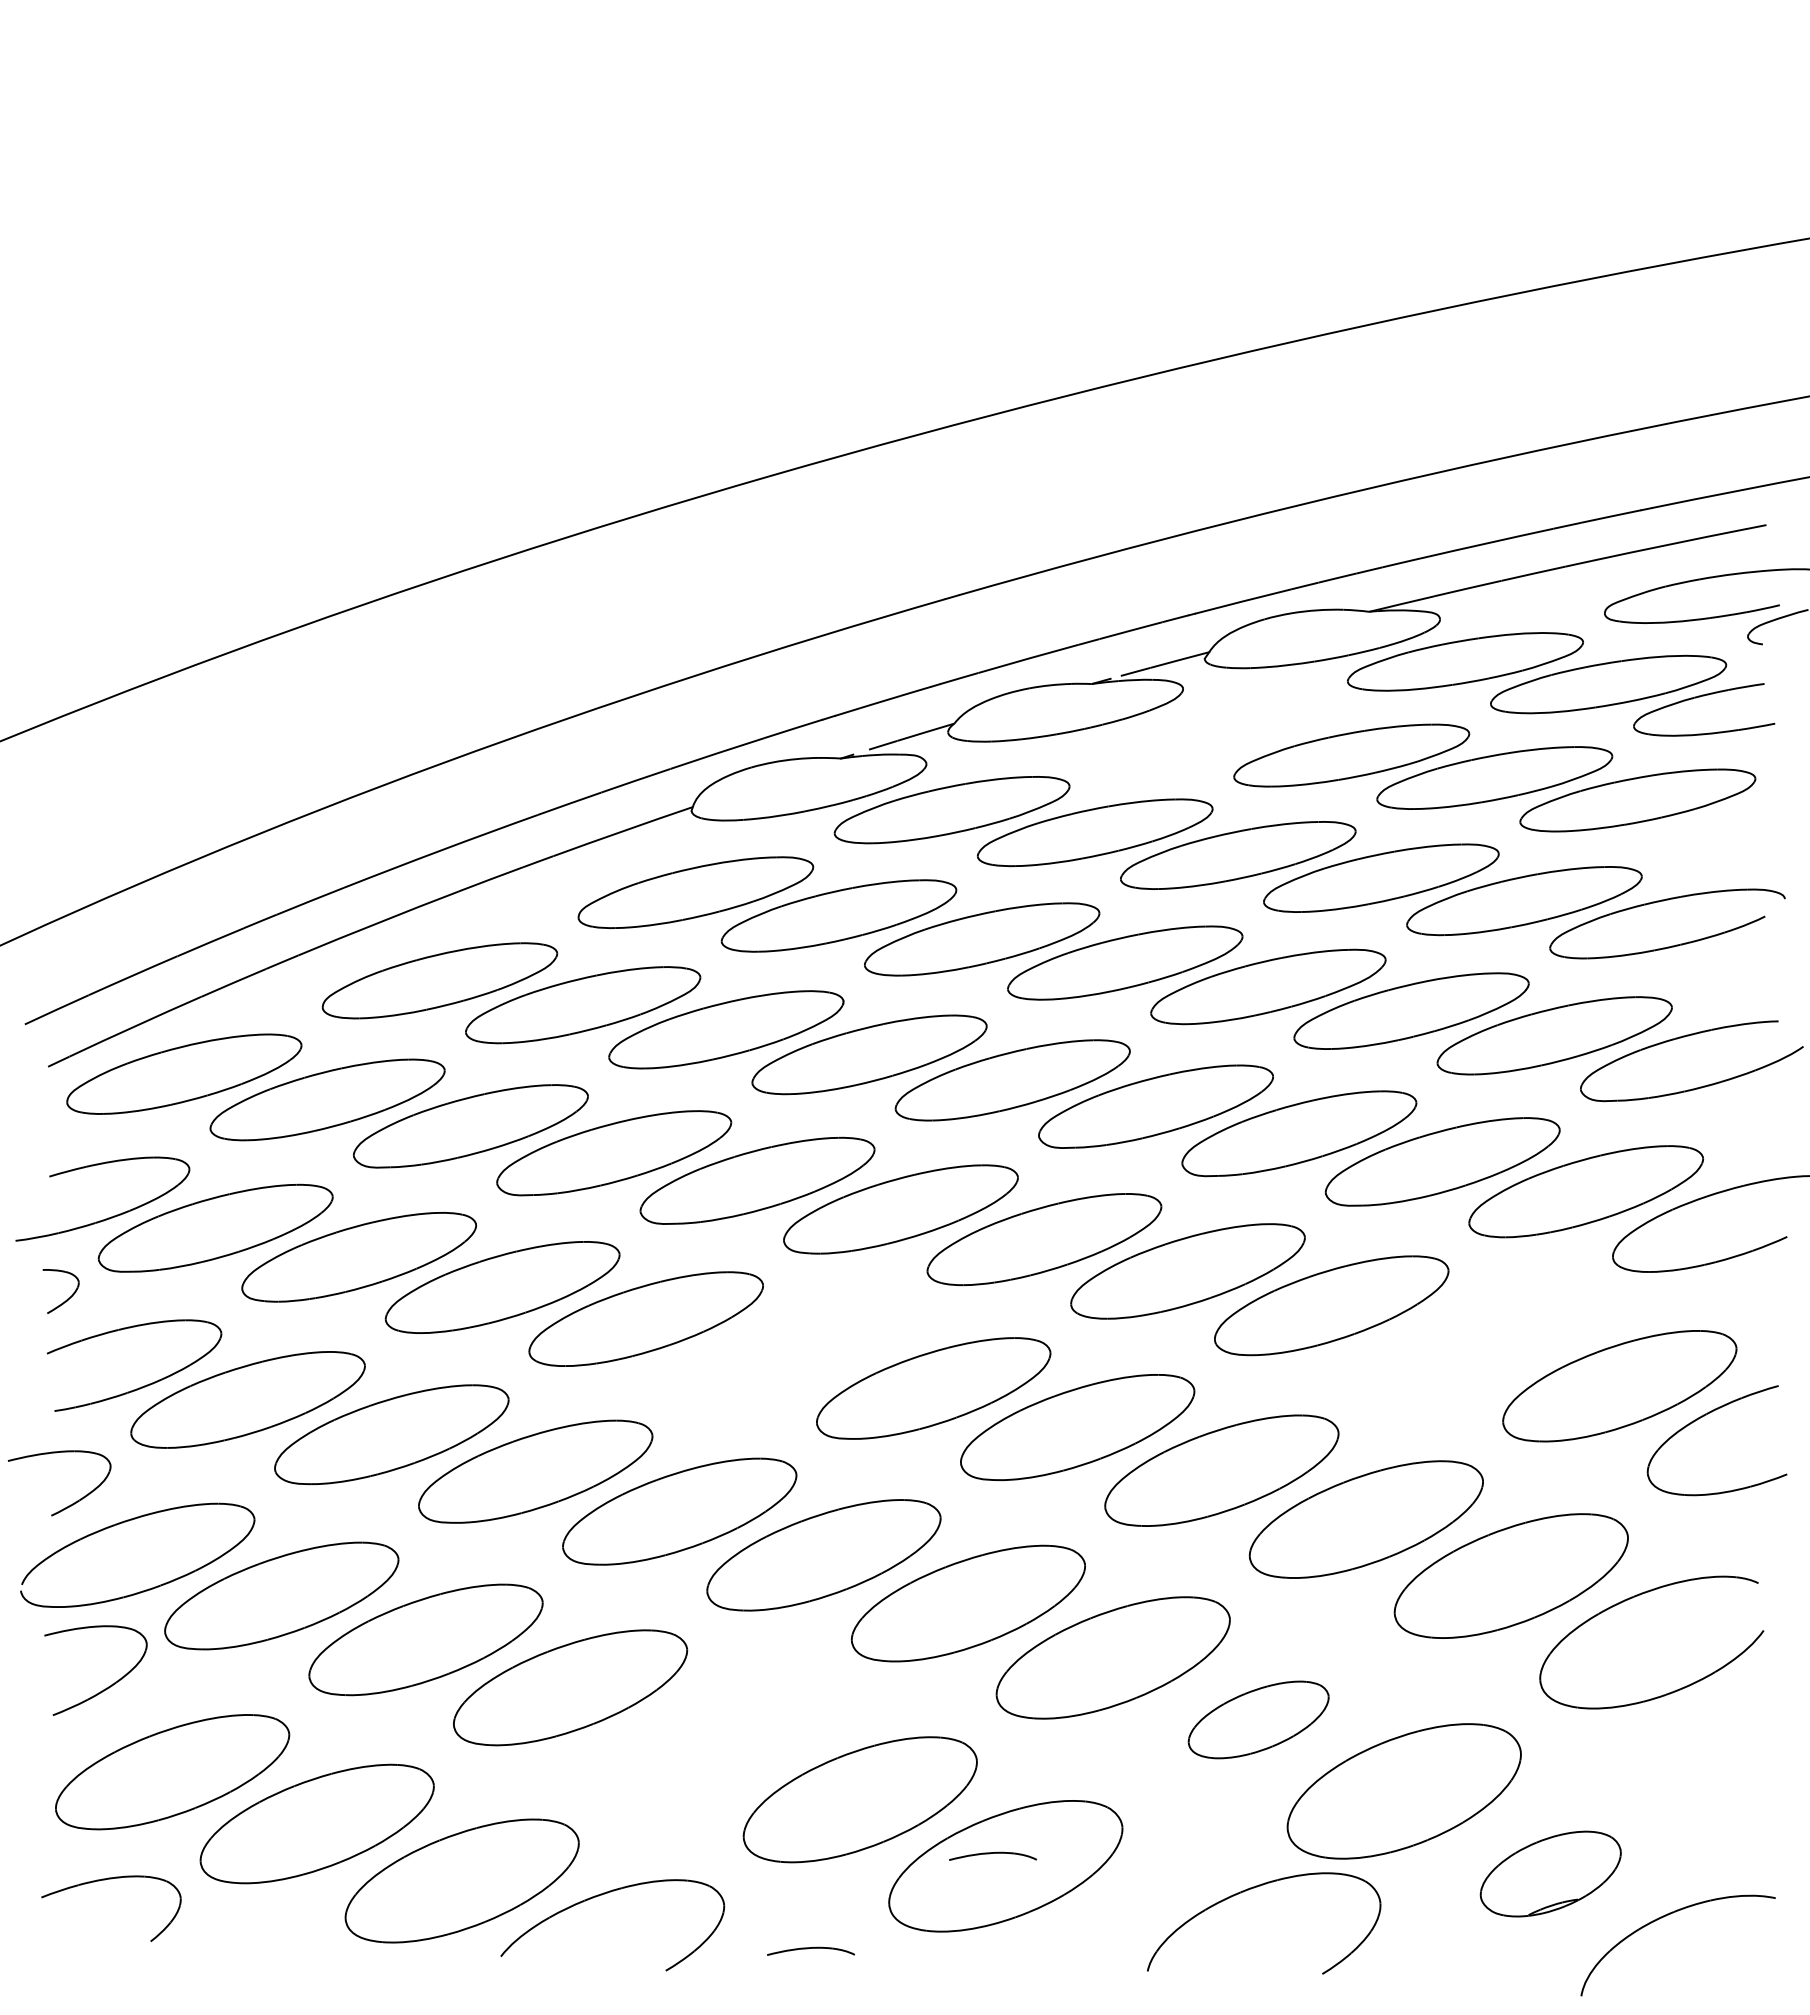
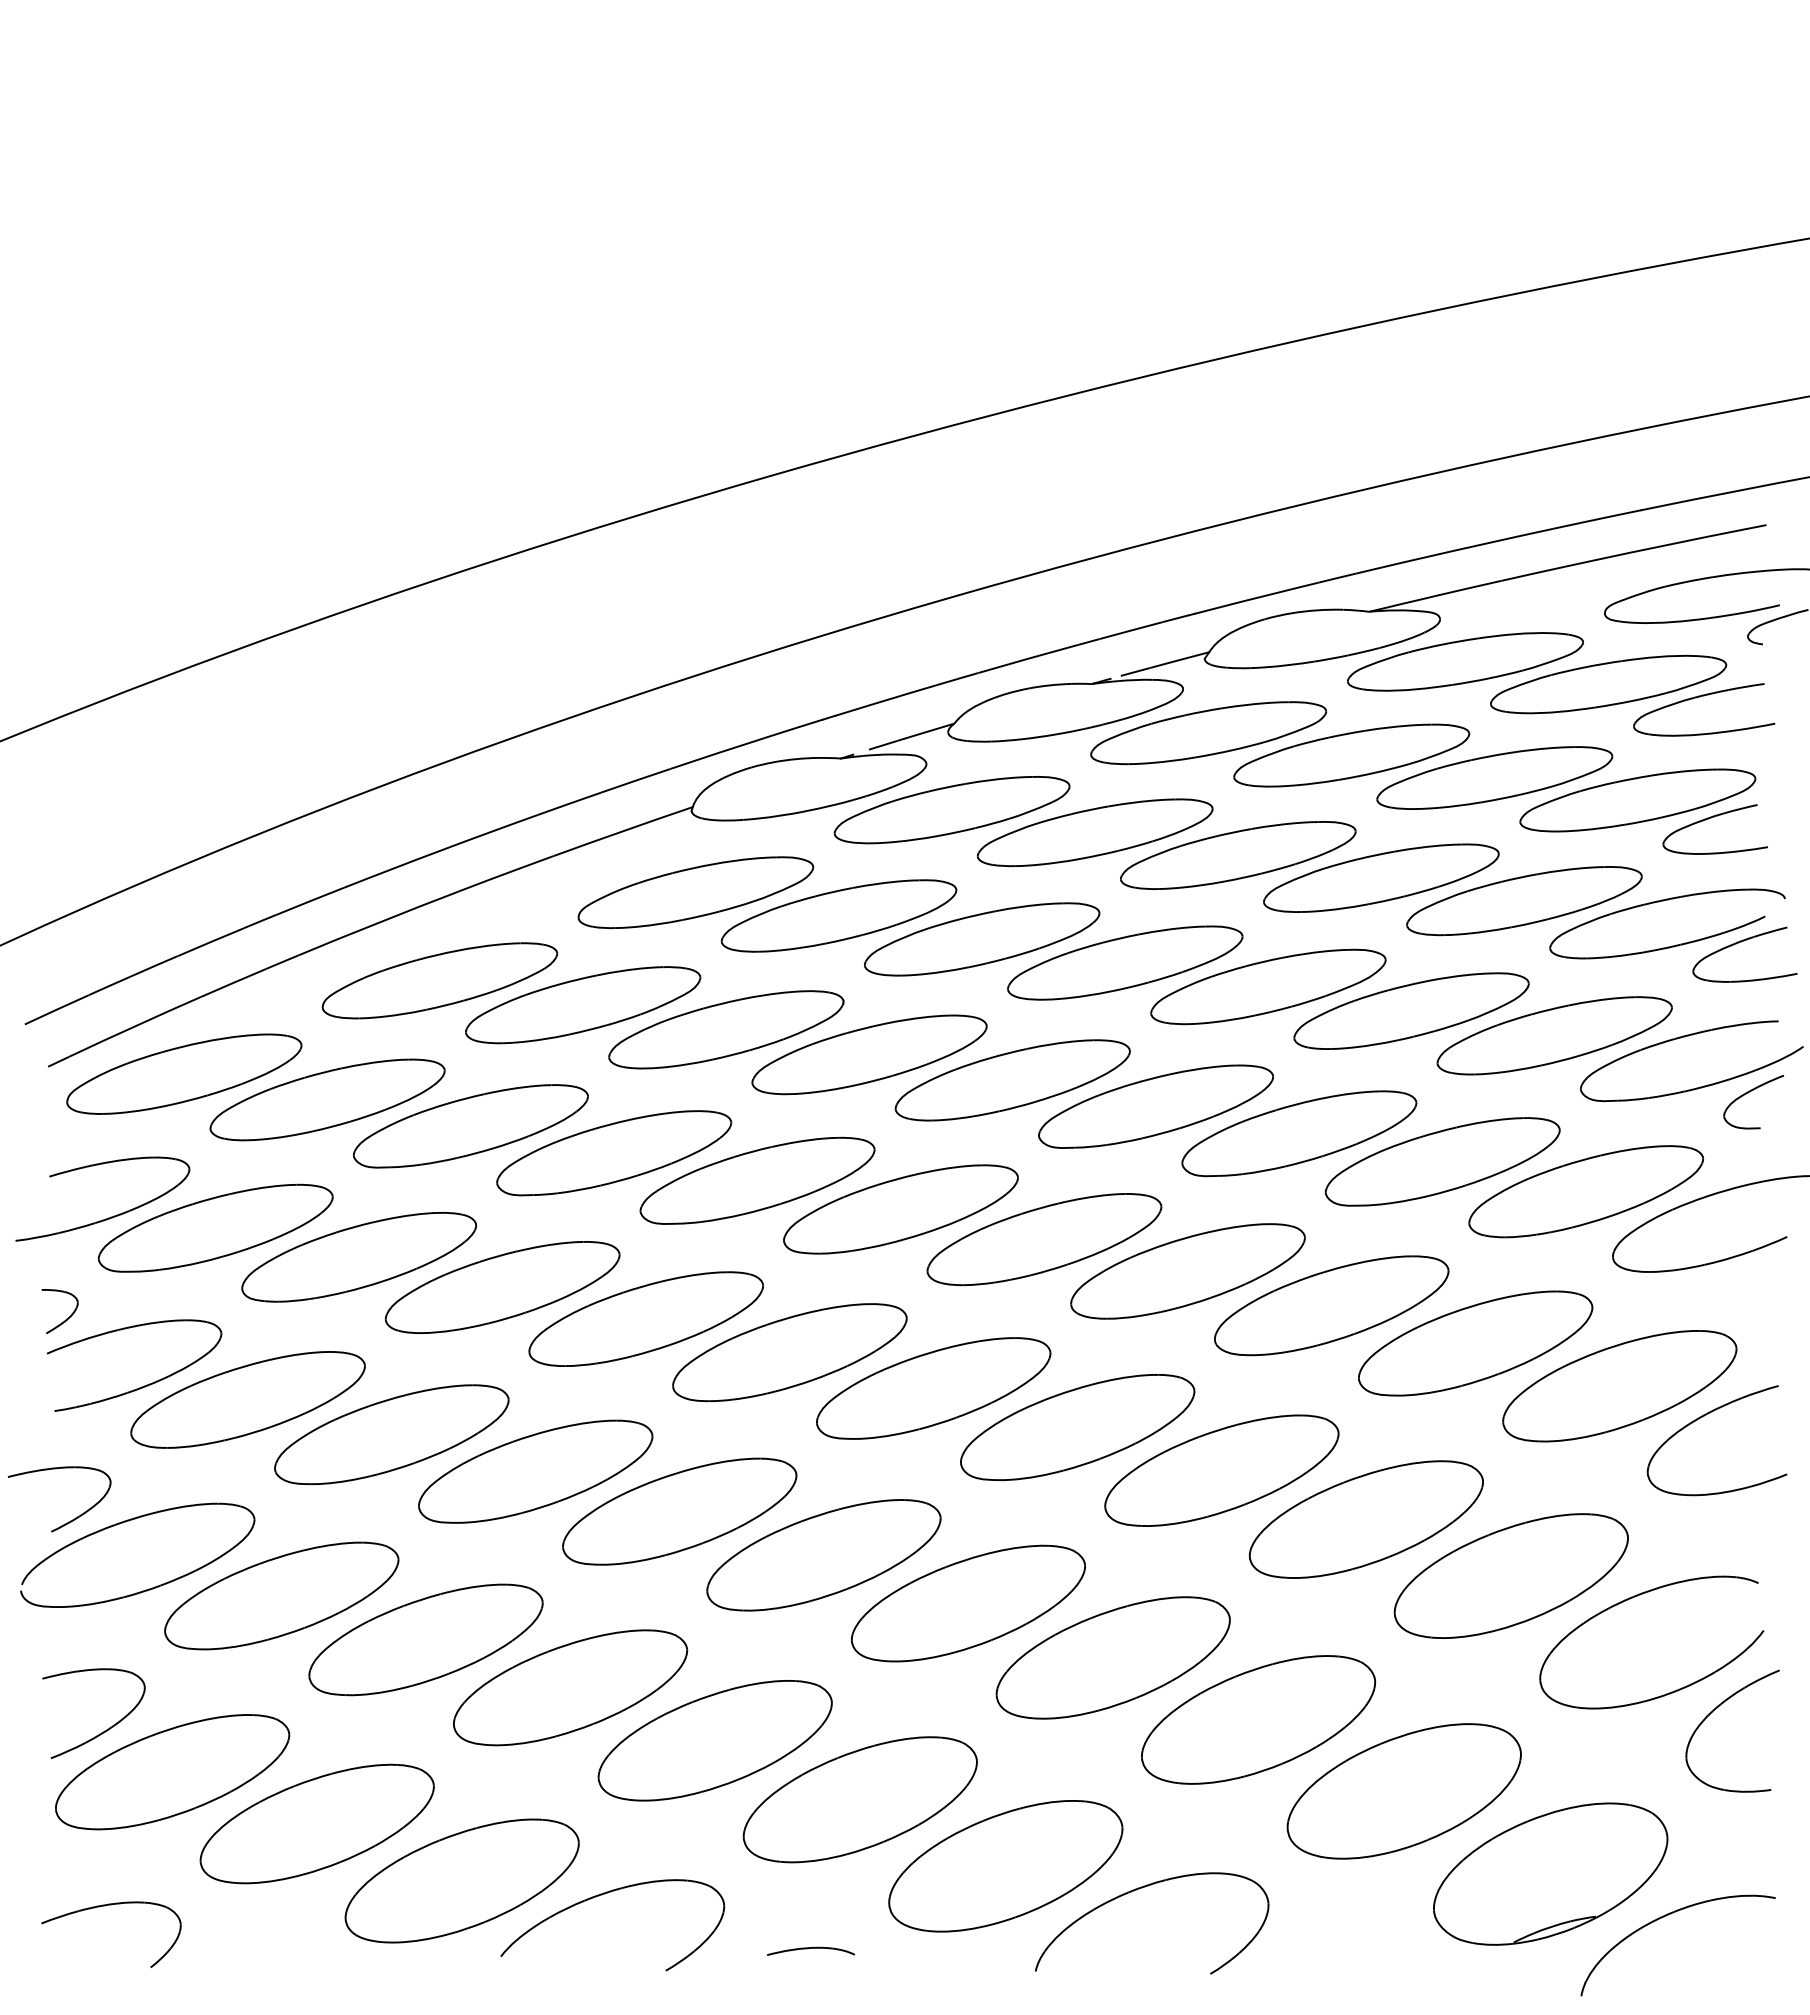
part at (1208, 733): none -> present
part at (1711, 818): none -> present
part at (1741, 942): none -> present
part at (1748, 1093): none -> present
part at (67, 1298) position: (67, 1298) -> (66, 1318)
part at (1475, 1343): none -> present
part at (789, 1352): none -> present
part at (70, 1504) position: (70, 1504) -> (70, 1520)
part at (106, 1687) position: (106, 1687) -> (104, 1730)
part at (1717, 1708): none -> present
part at (1258, 1719) size: 143x80 px -> 236x130 px
part at (714, 1740): none -> present
part at (992, 1855): present -> none
part at (1550, 1873) size: 143x88 px -> 236x144 px
part at (105, 1880) position: (105, 1880) -> (105, 1906)
part at (1254, 1888) position: (1254, 1888) -> (1142, 1888)
